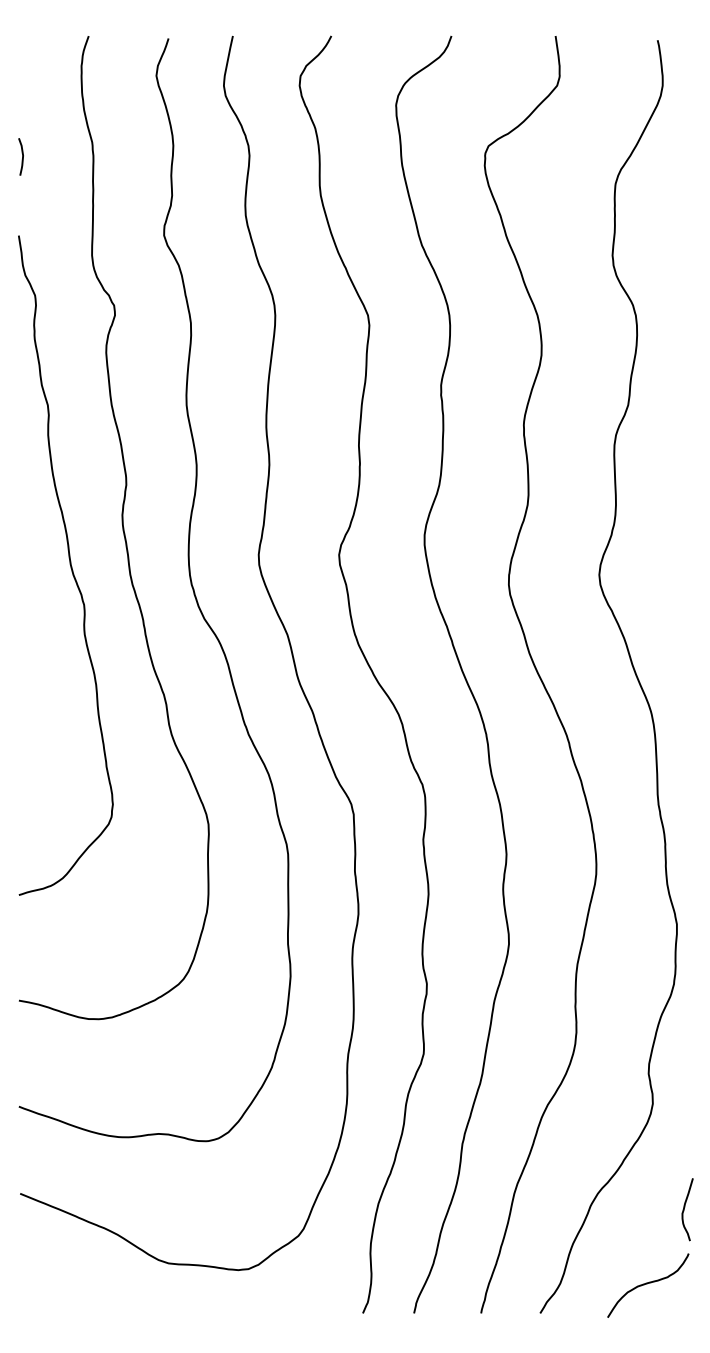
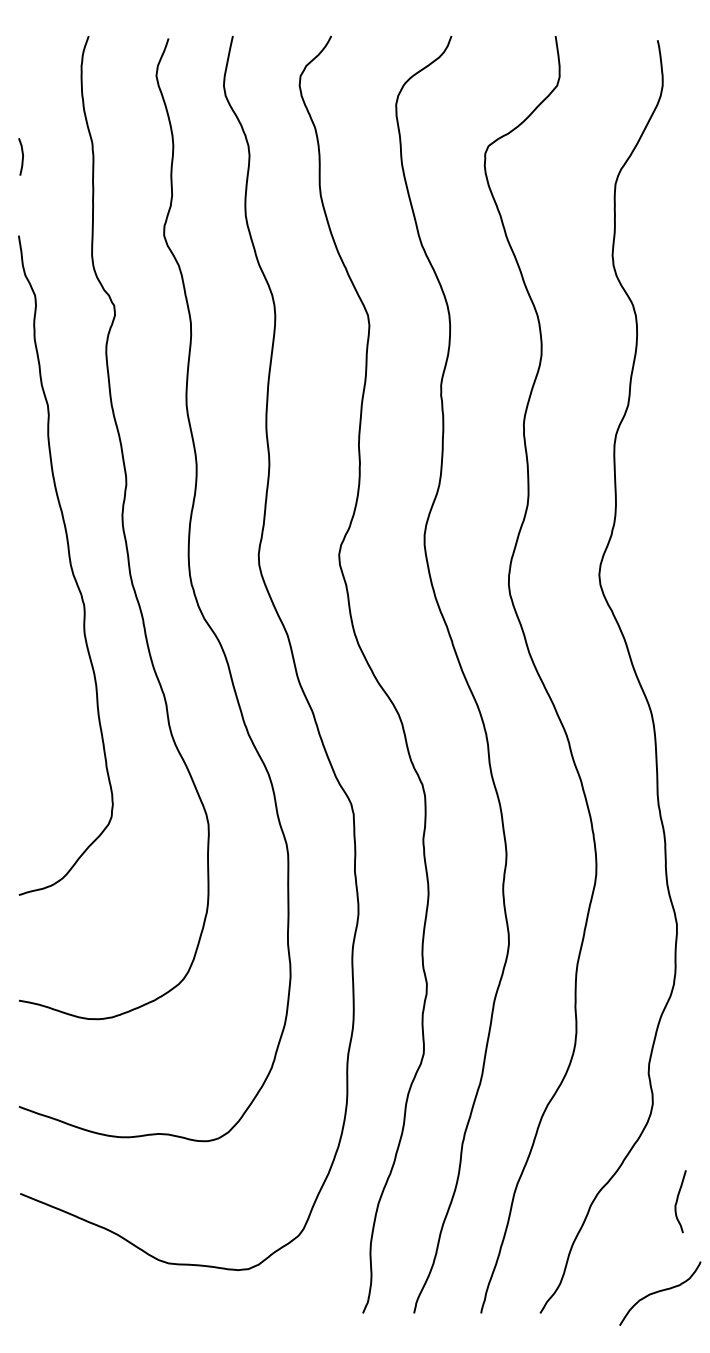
curve at (685, 1207) position: (685, 1207) -> (678, 1199)
curve at (647, 1284) position: (647, 1284) -> (659, 1292)
